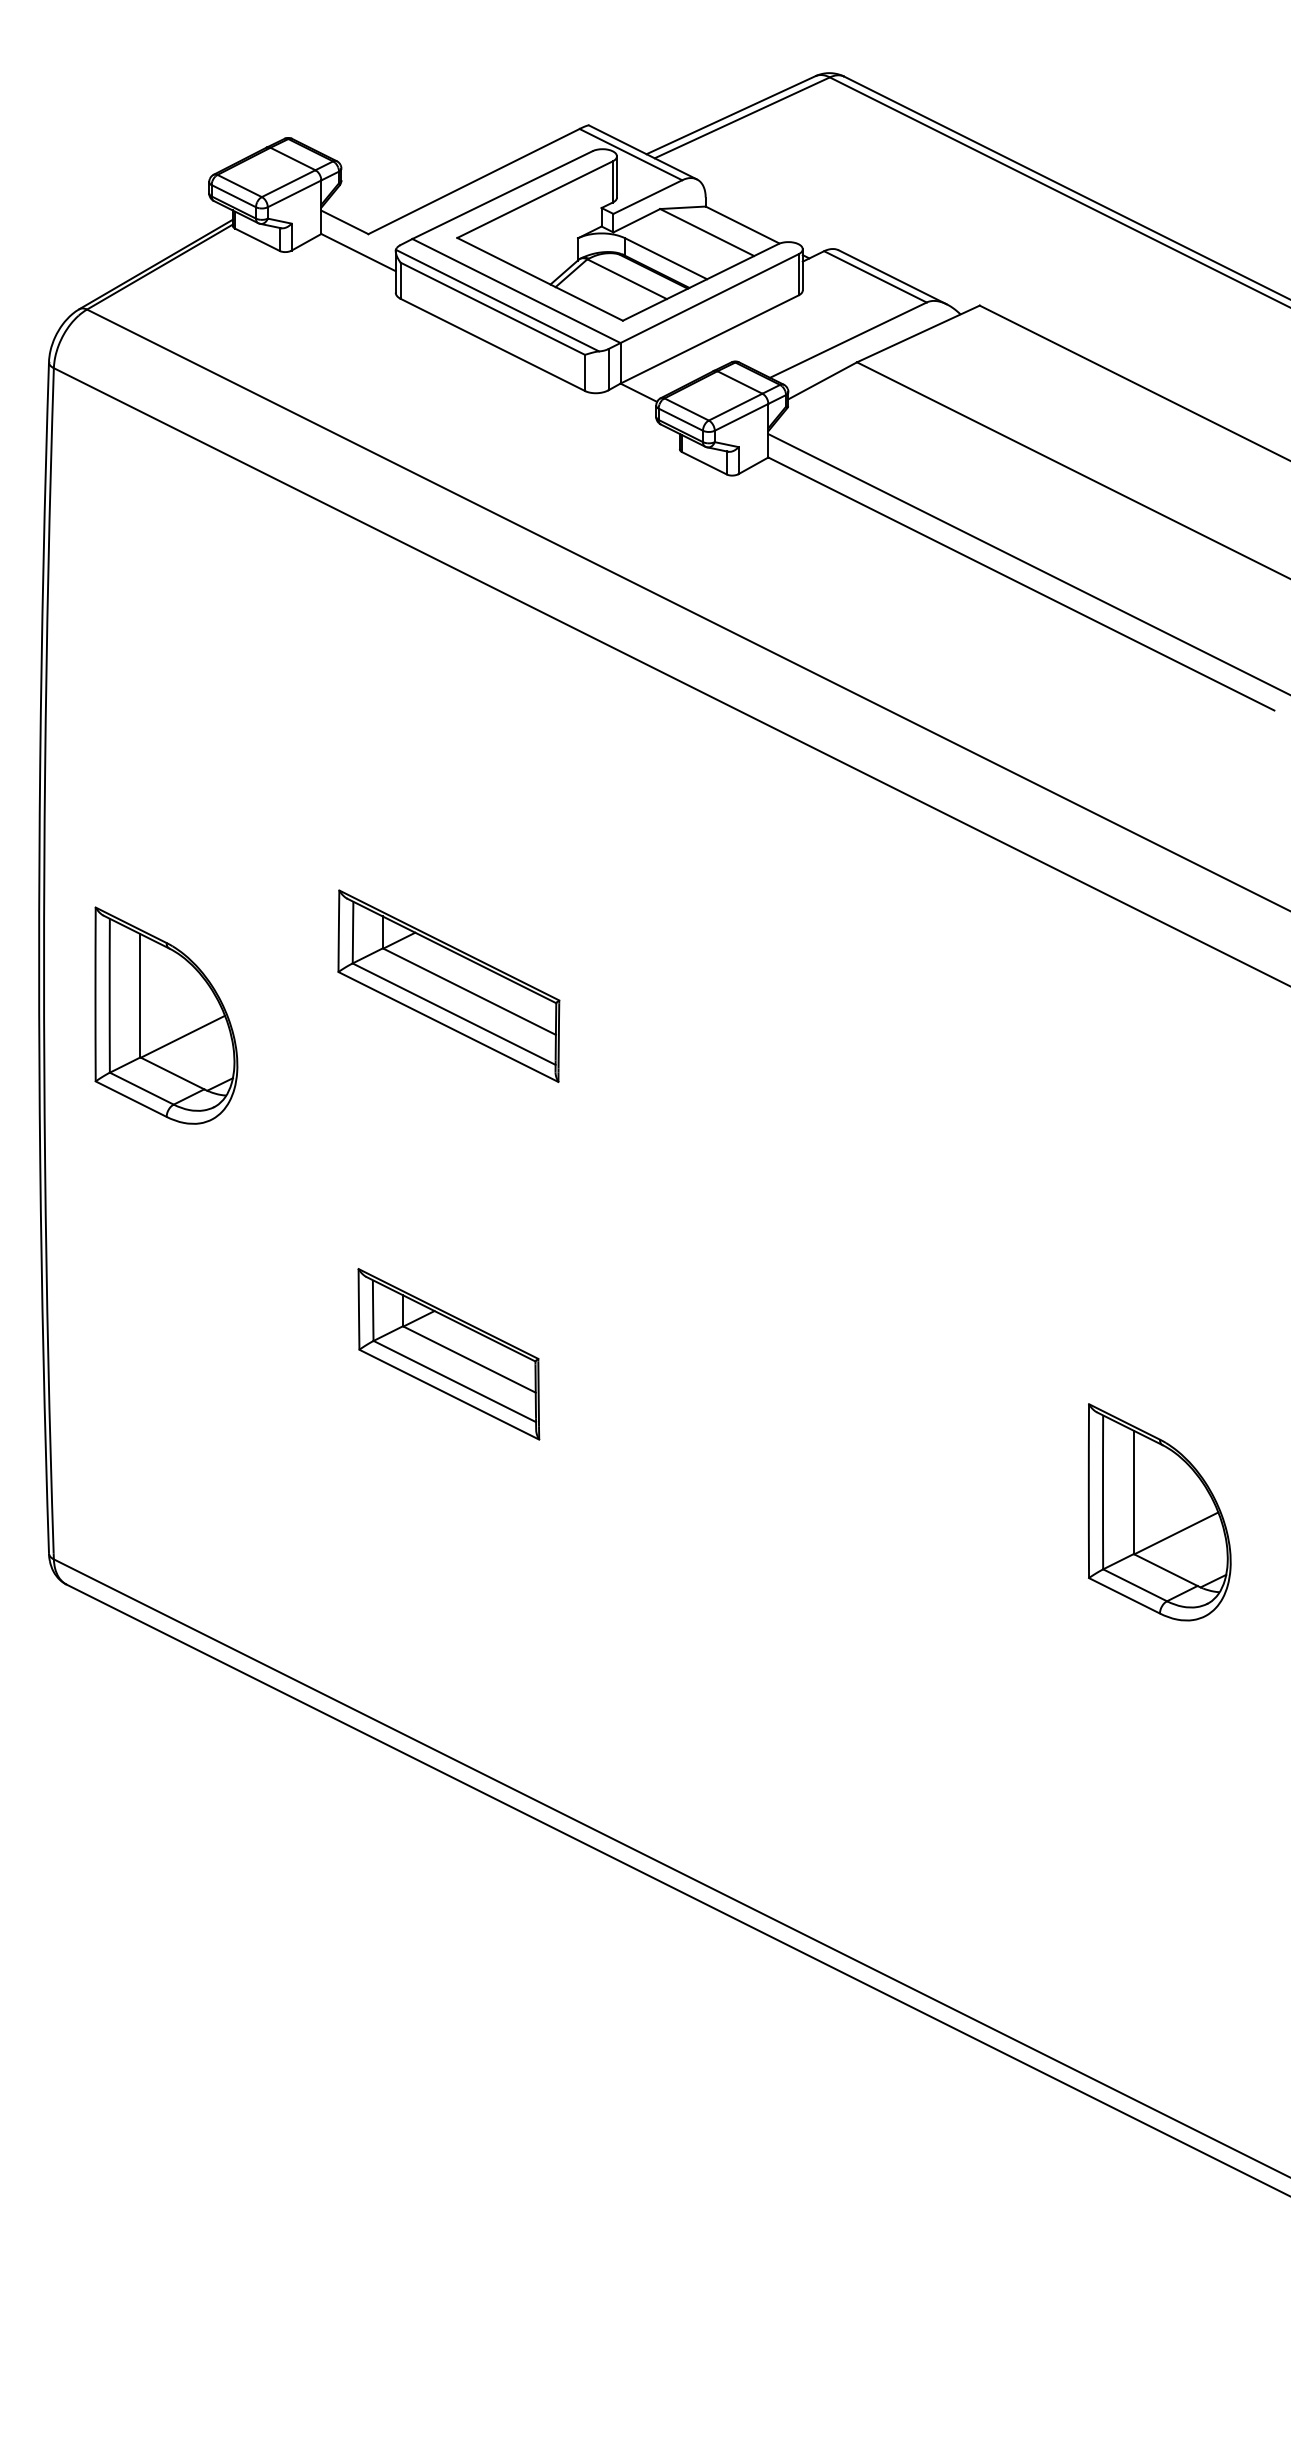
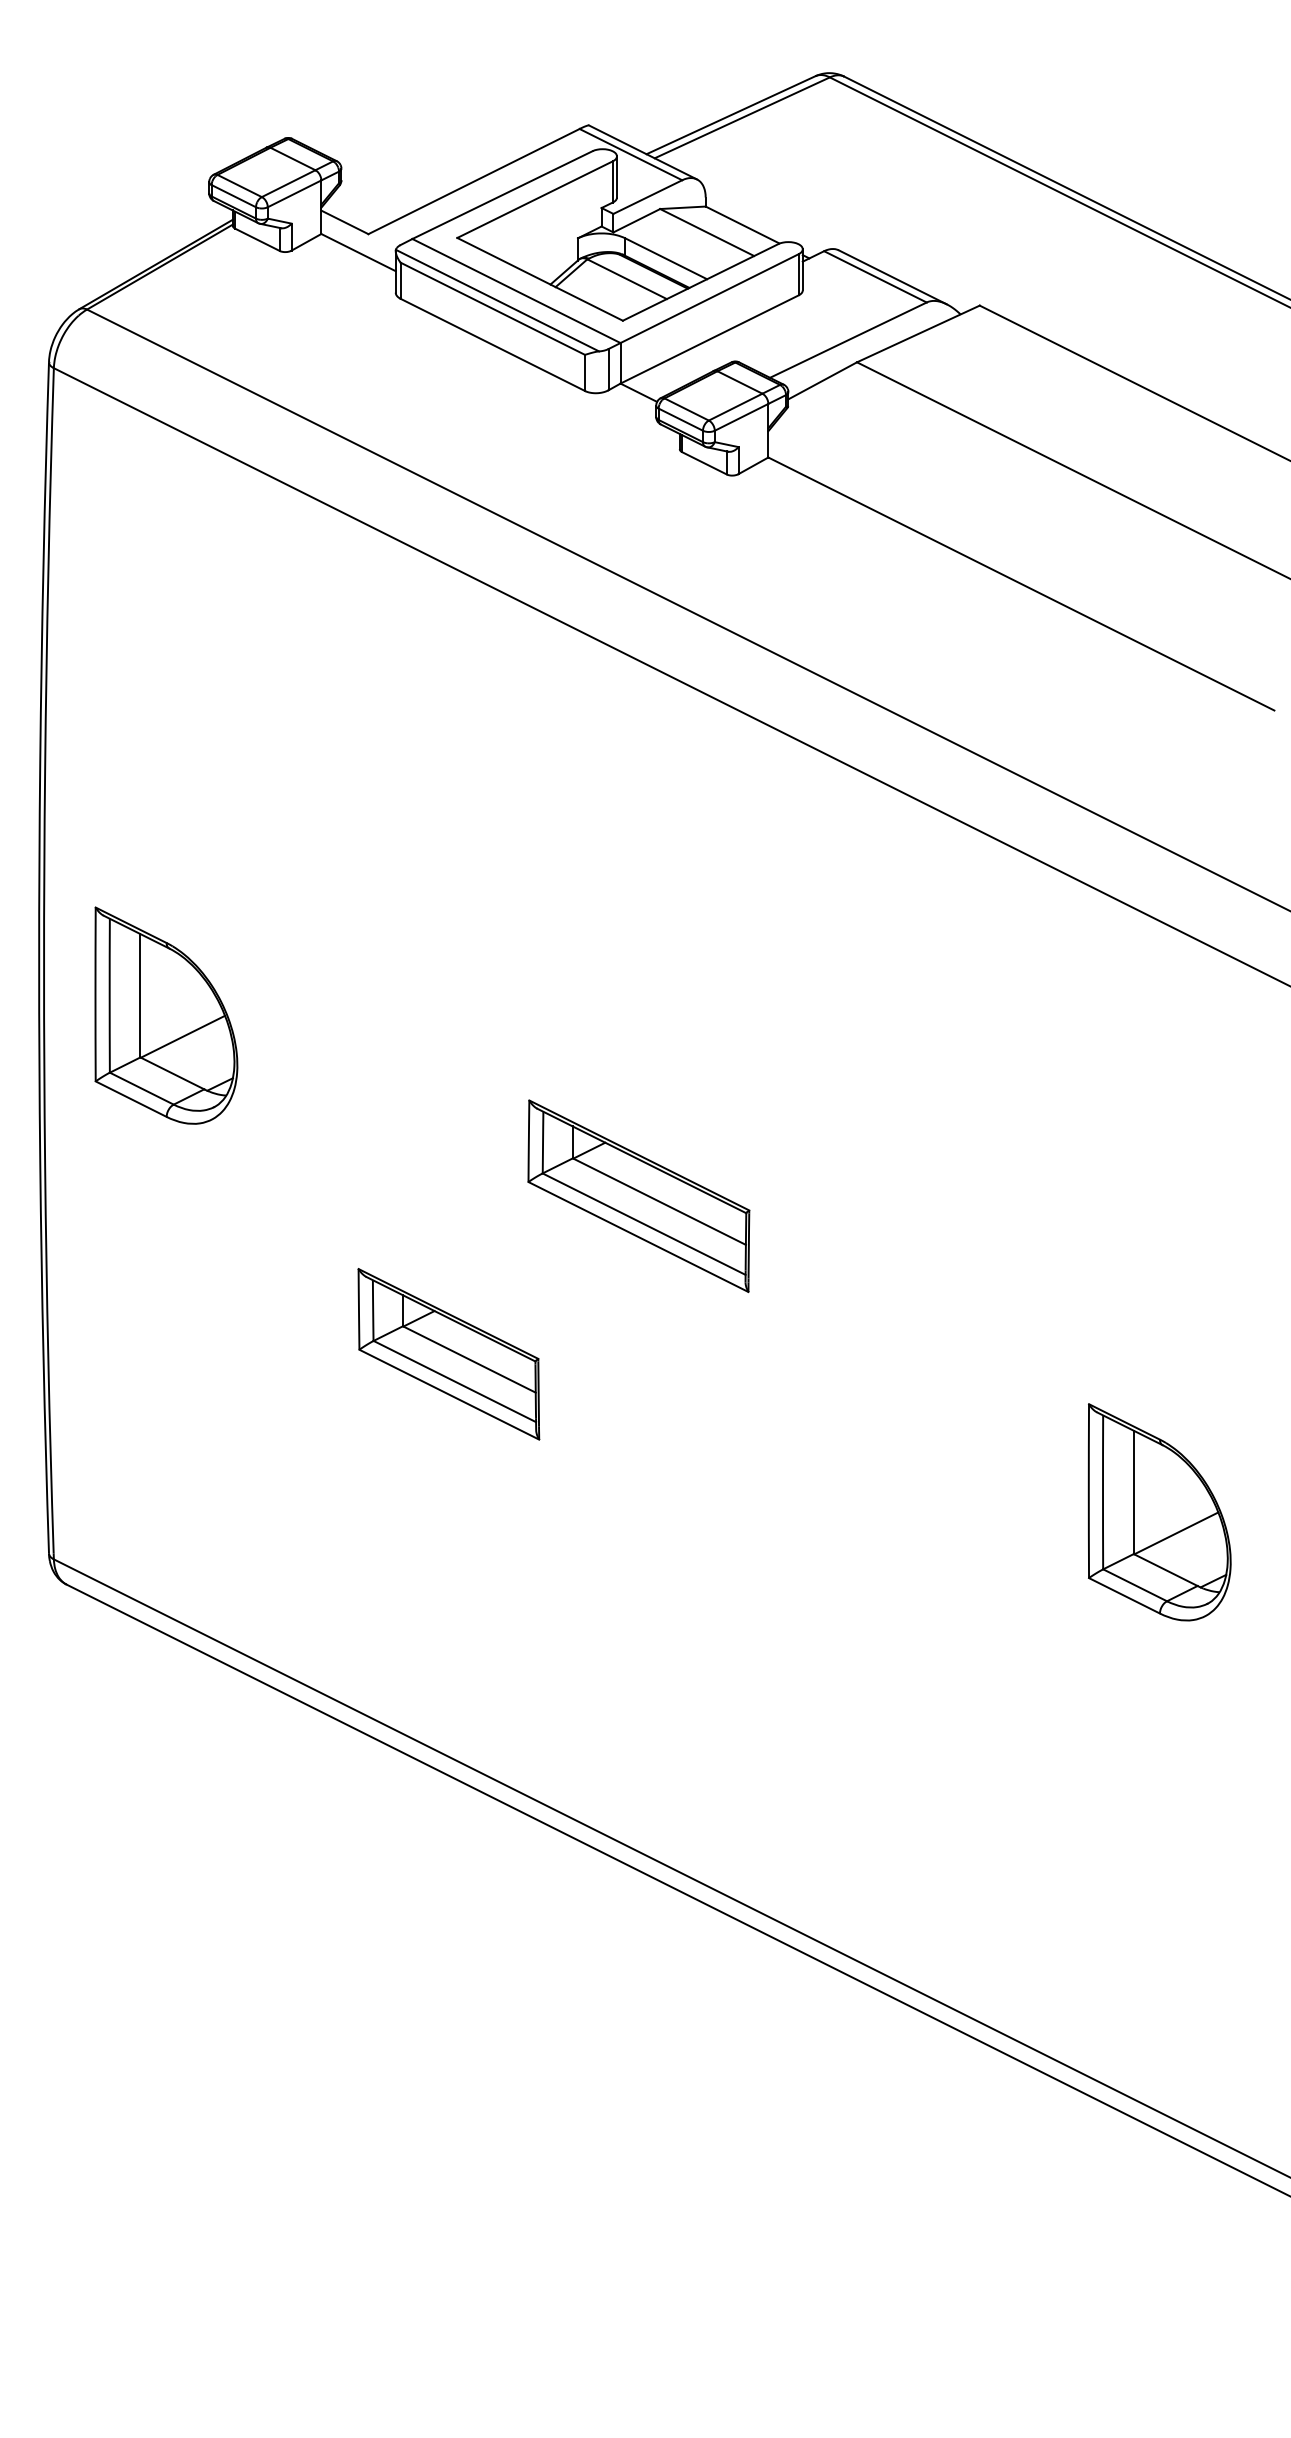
line at (1027, 563): present -> none
part at (448, 985) position: (448, 985) -> (638, 1195)
